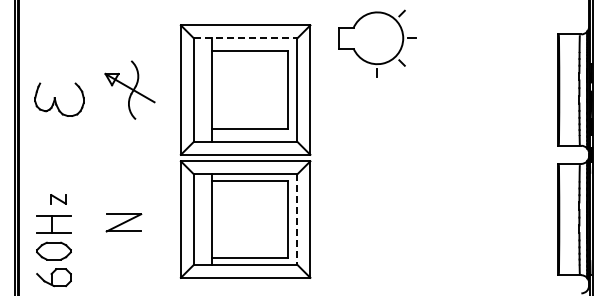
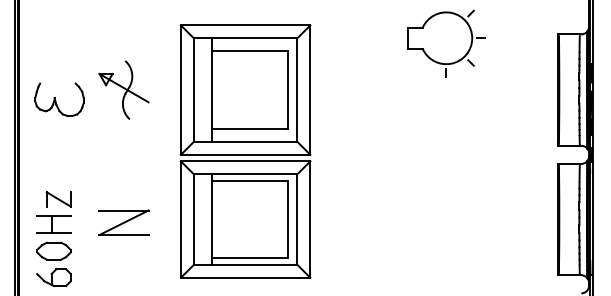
line at (245, 38): dashed -> solid
part at (377, 43) position: (377, 43) -> (446, 43)
part at (129, 89) position: (129, 89) -> (123, 89)
part at (58, 199) size: 17x11 px -> 27x17 px
line at (297, 220): dashed -> solid
part at (123, 222) size: 38x20 px -> 52x28 px
